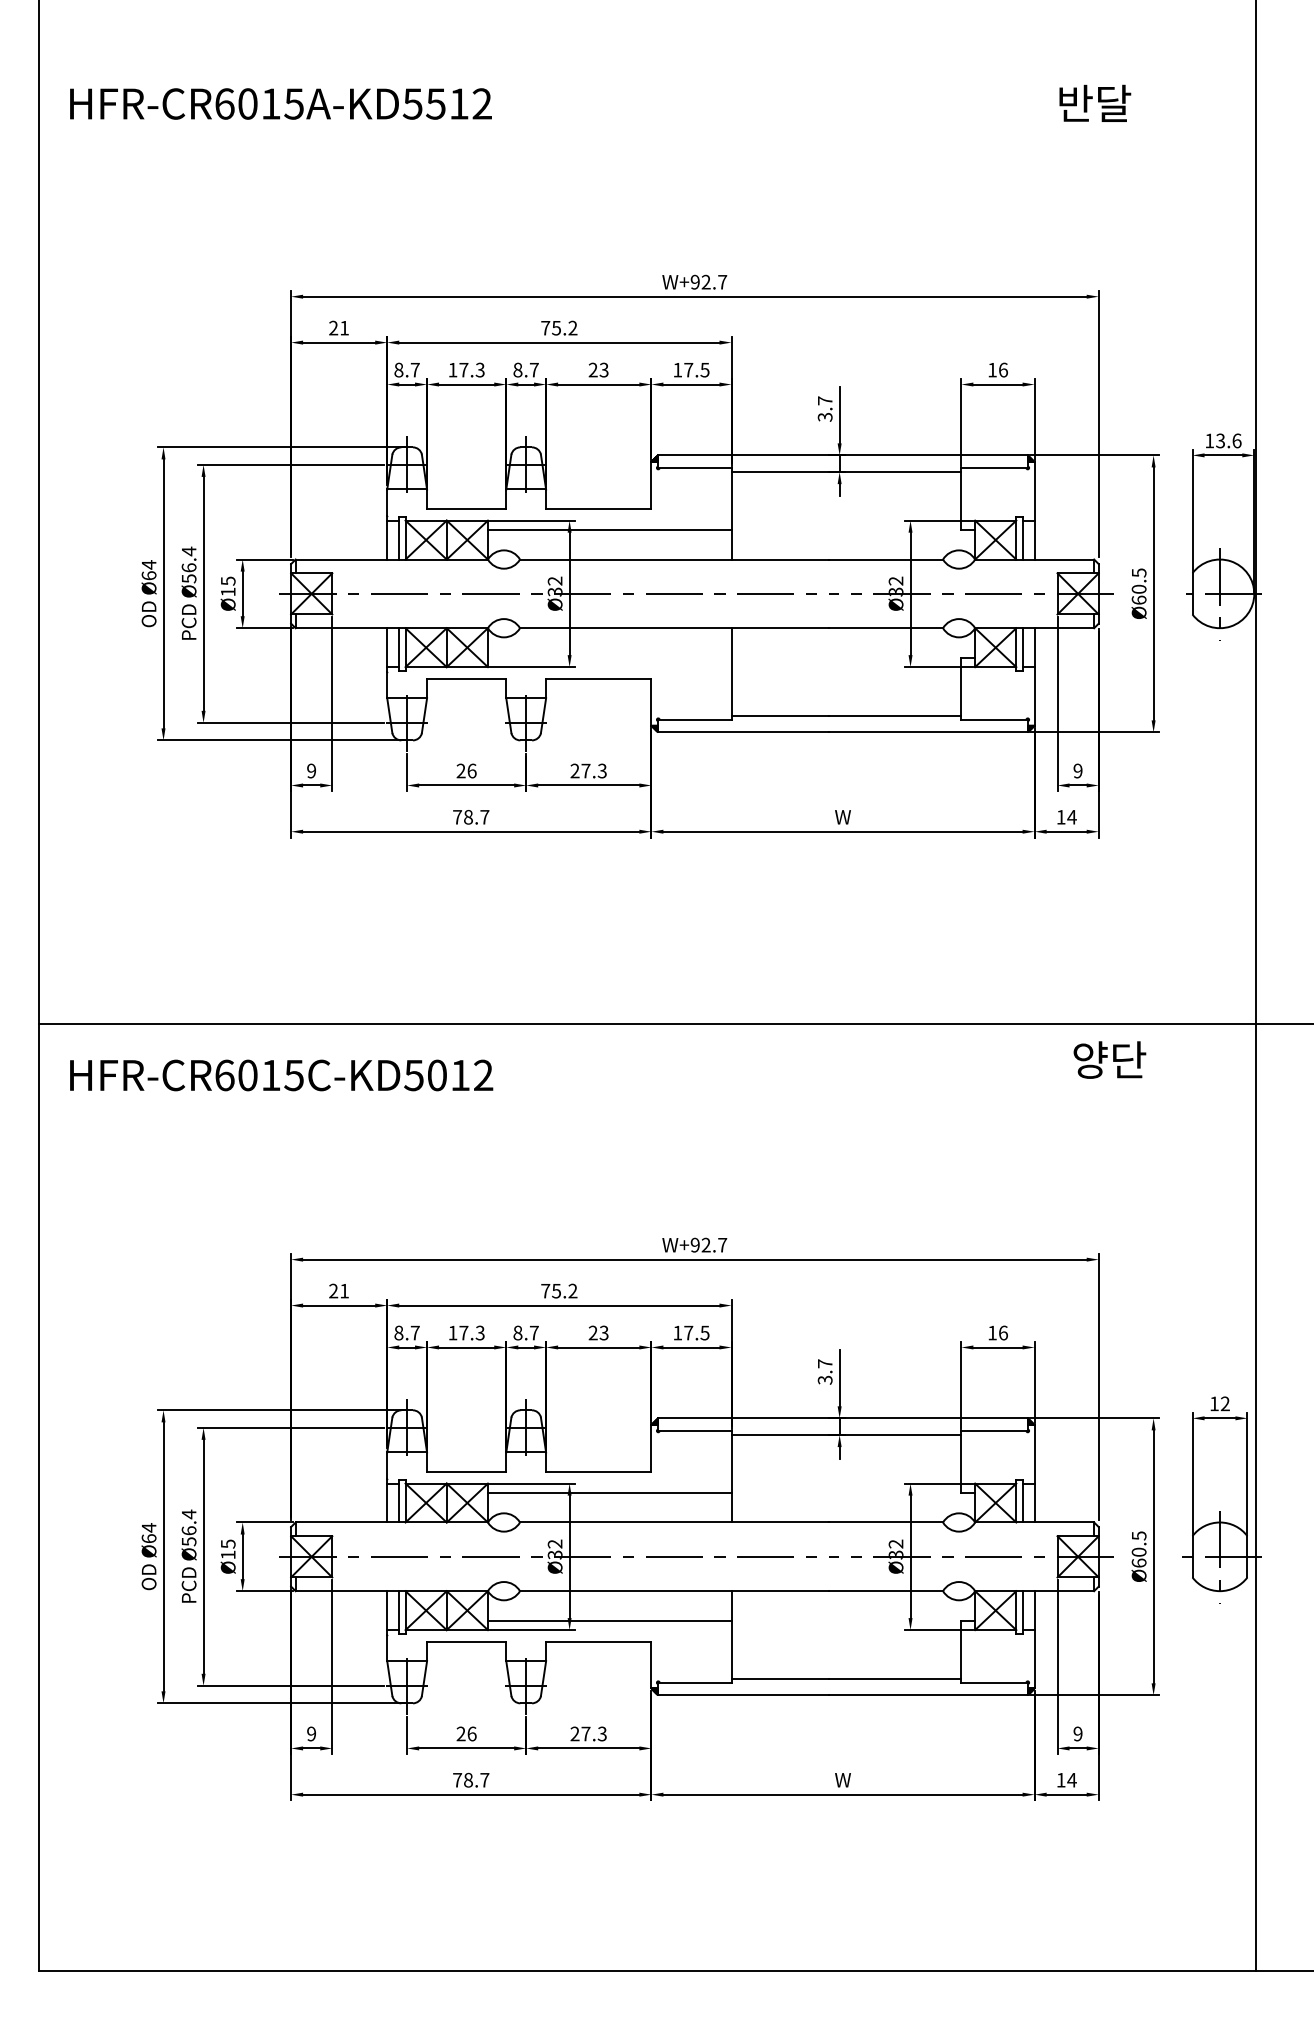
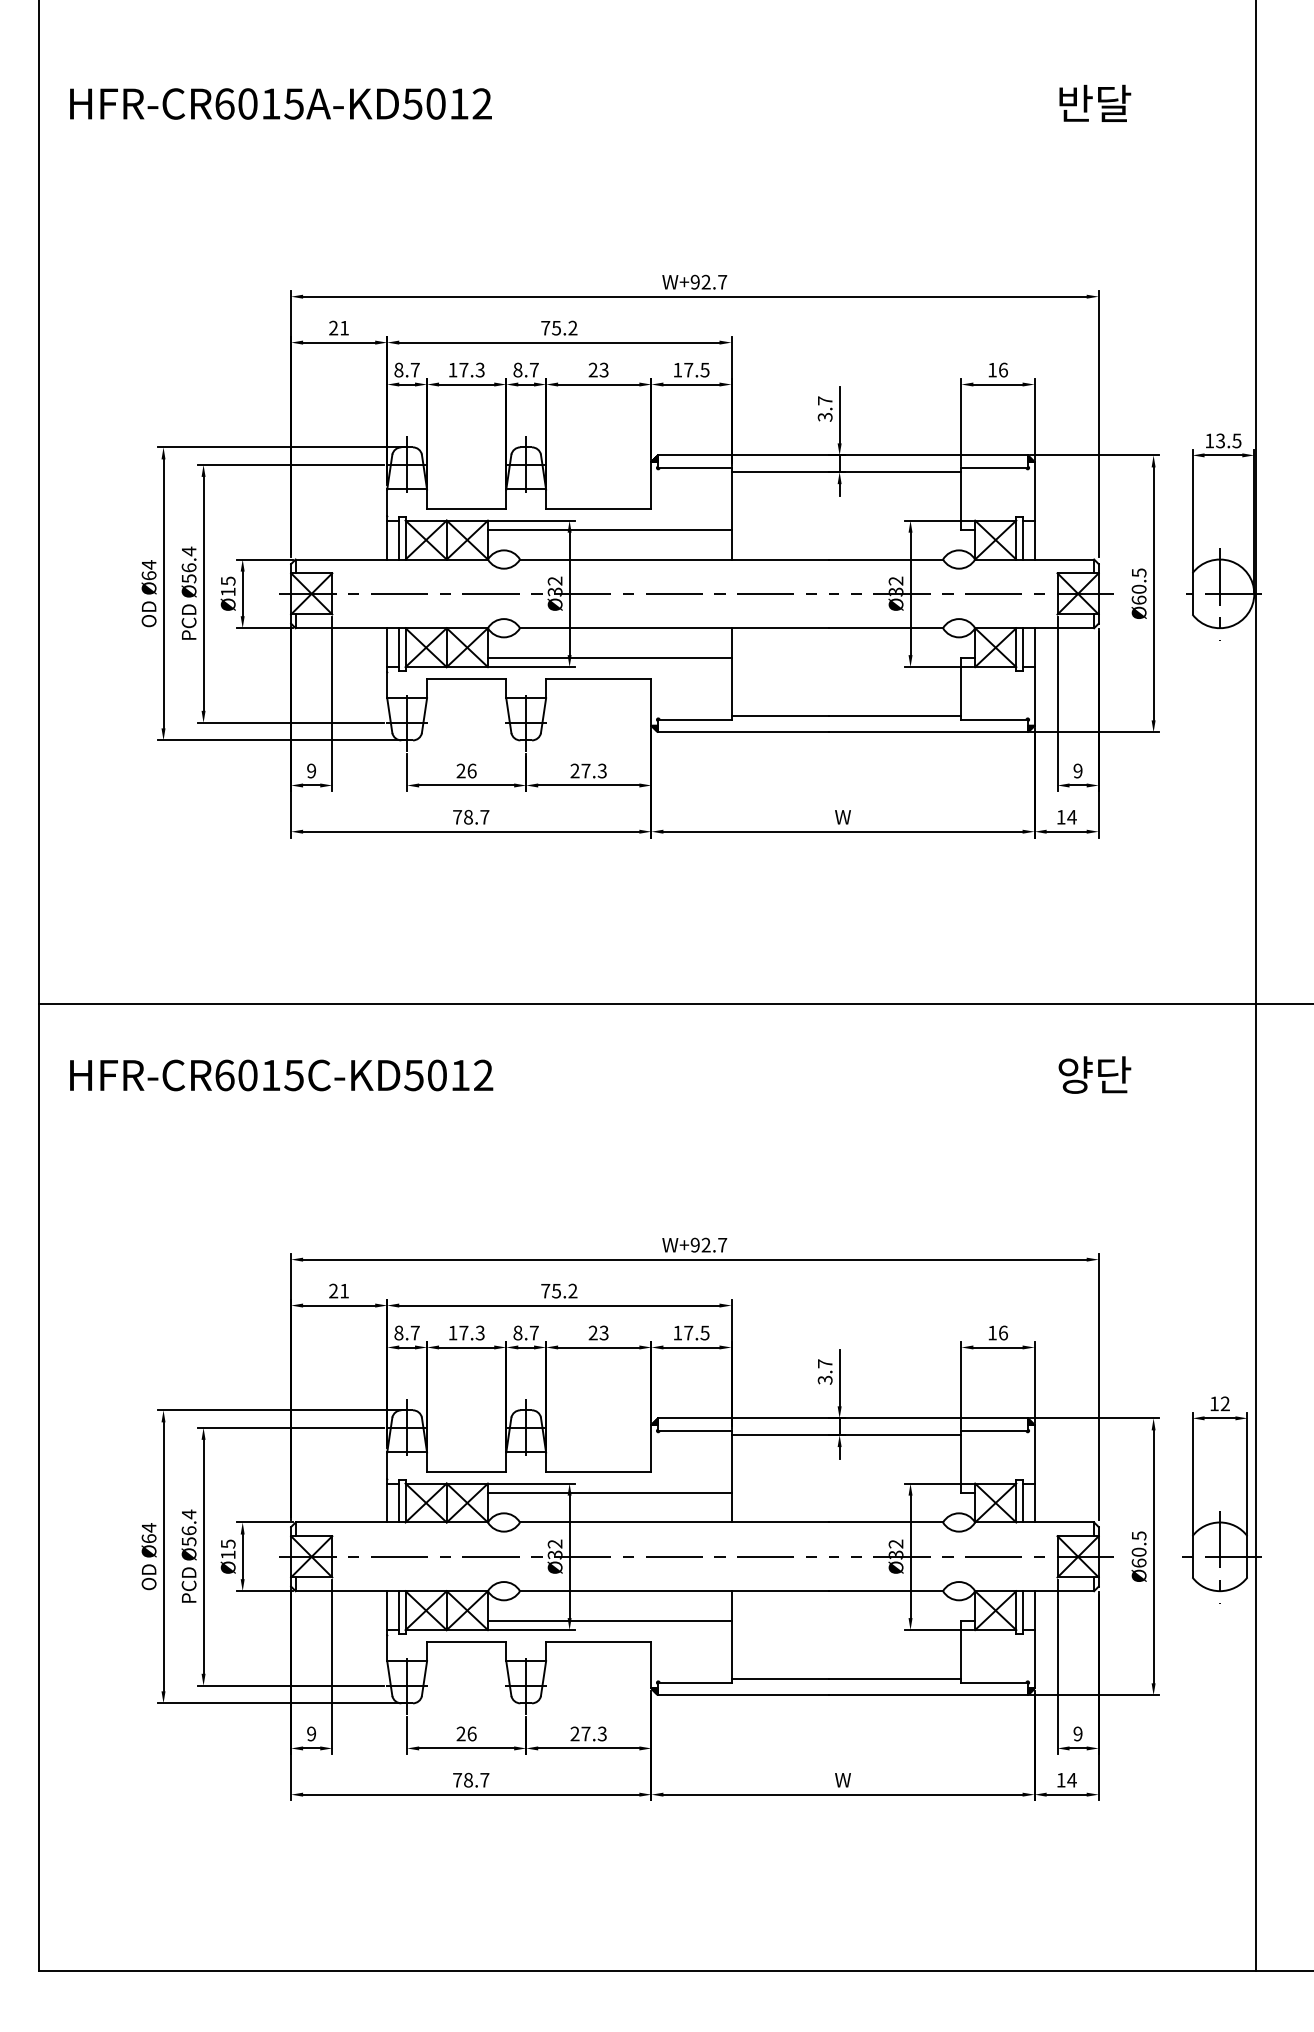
text at (435, 103): HFR-CR6015A-KD5512 -> HFR-CR6015A-KD5012
text at (1236, 440): 13.6 -> 13.5
line at (609, 657): none -> present
line at (674, 1024) position: (674, 1024) -> (674, 1004)
text at (1109, 1059) position: (1109, 1059) -> (1094, 1074)
